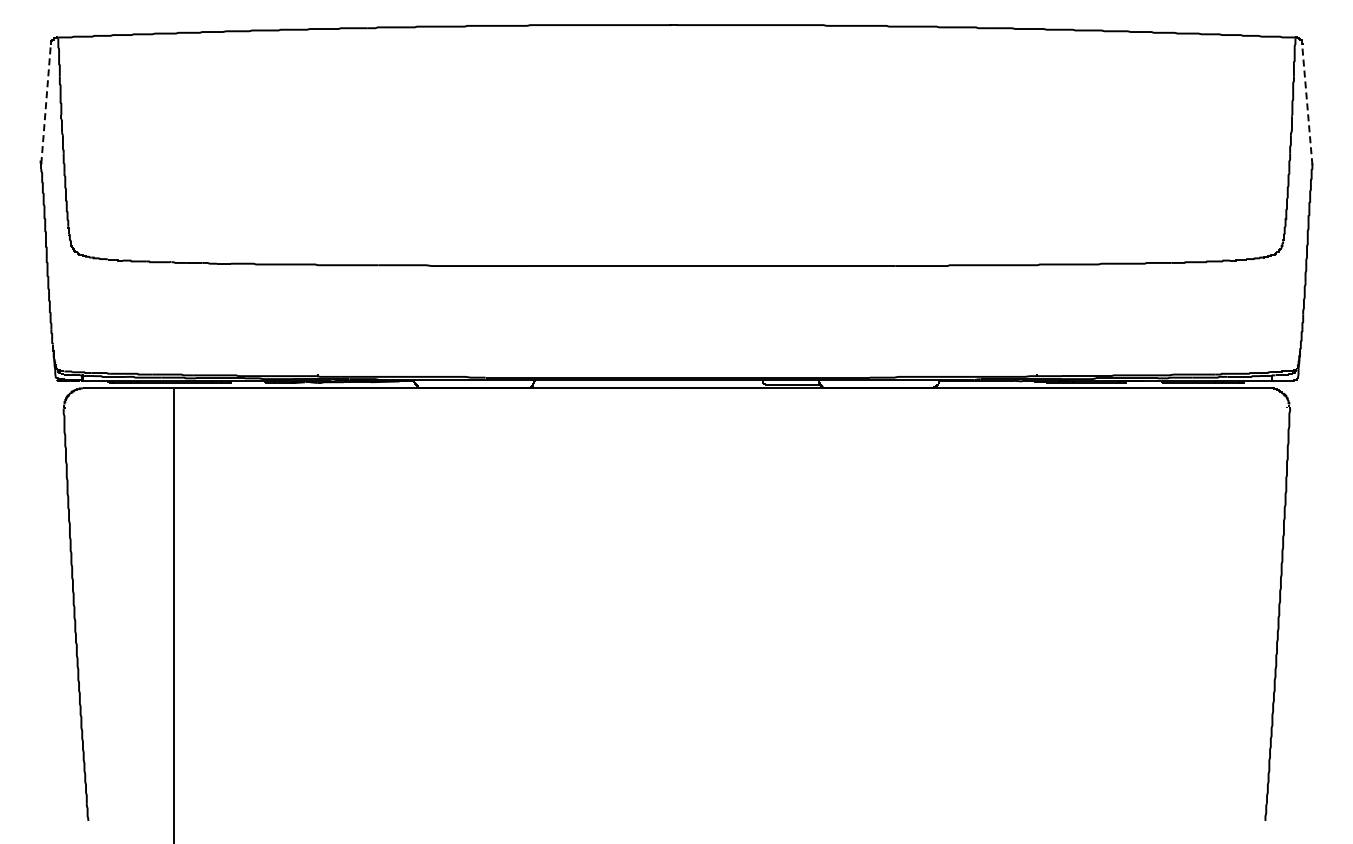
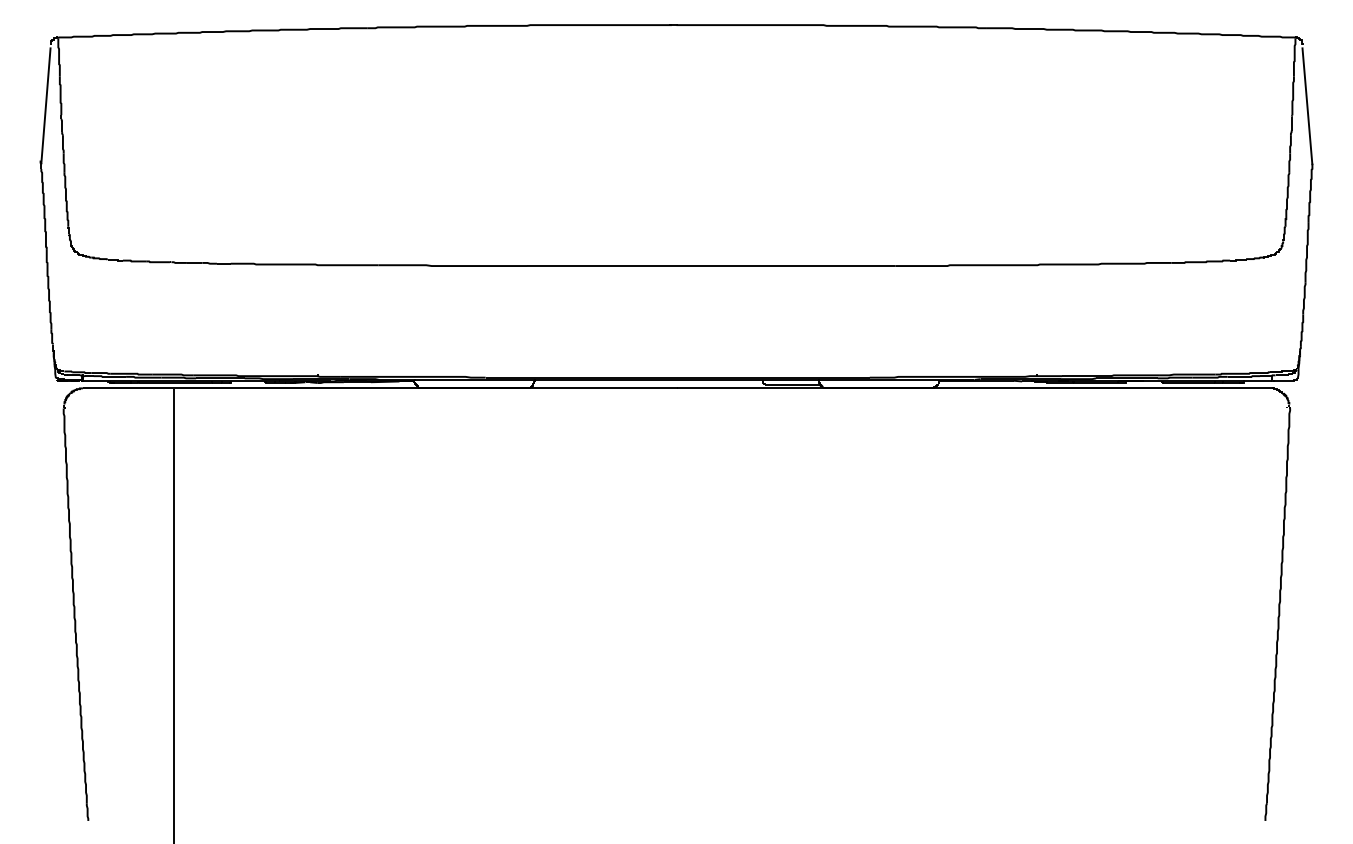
line at (1307, 105): dashed -> solid
line at (45, 106): dashed -> solid
